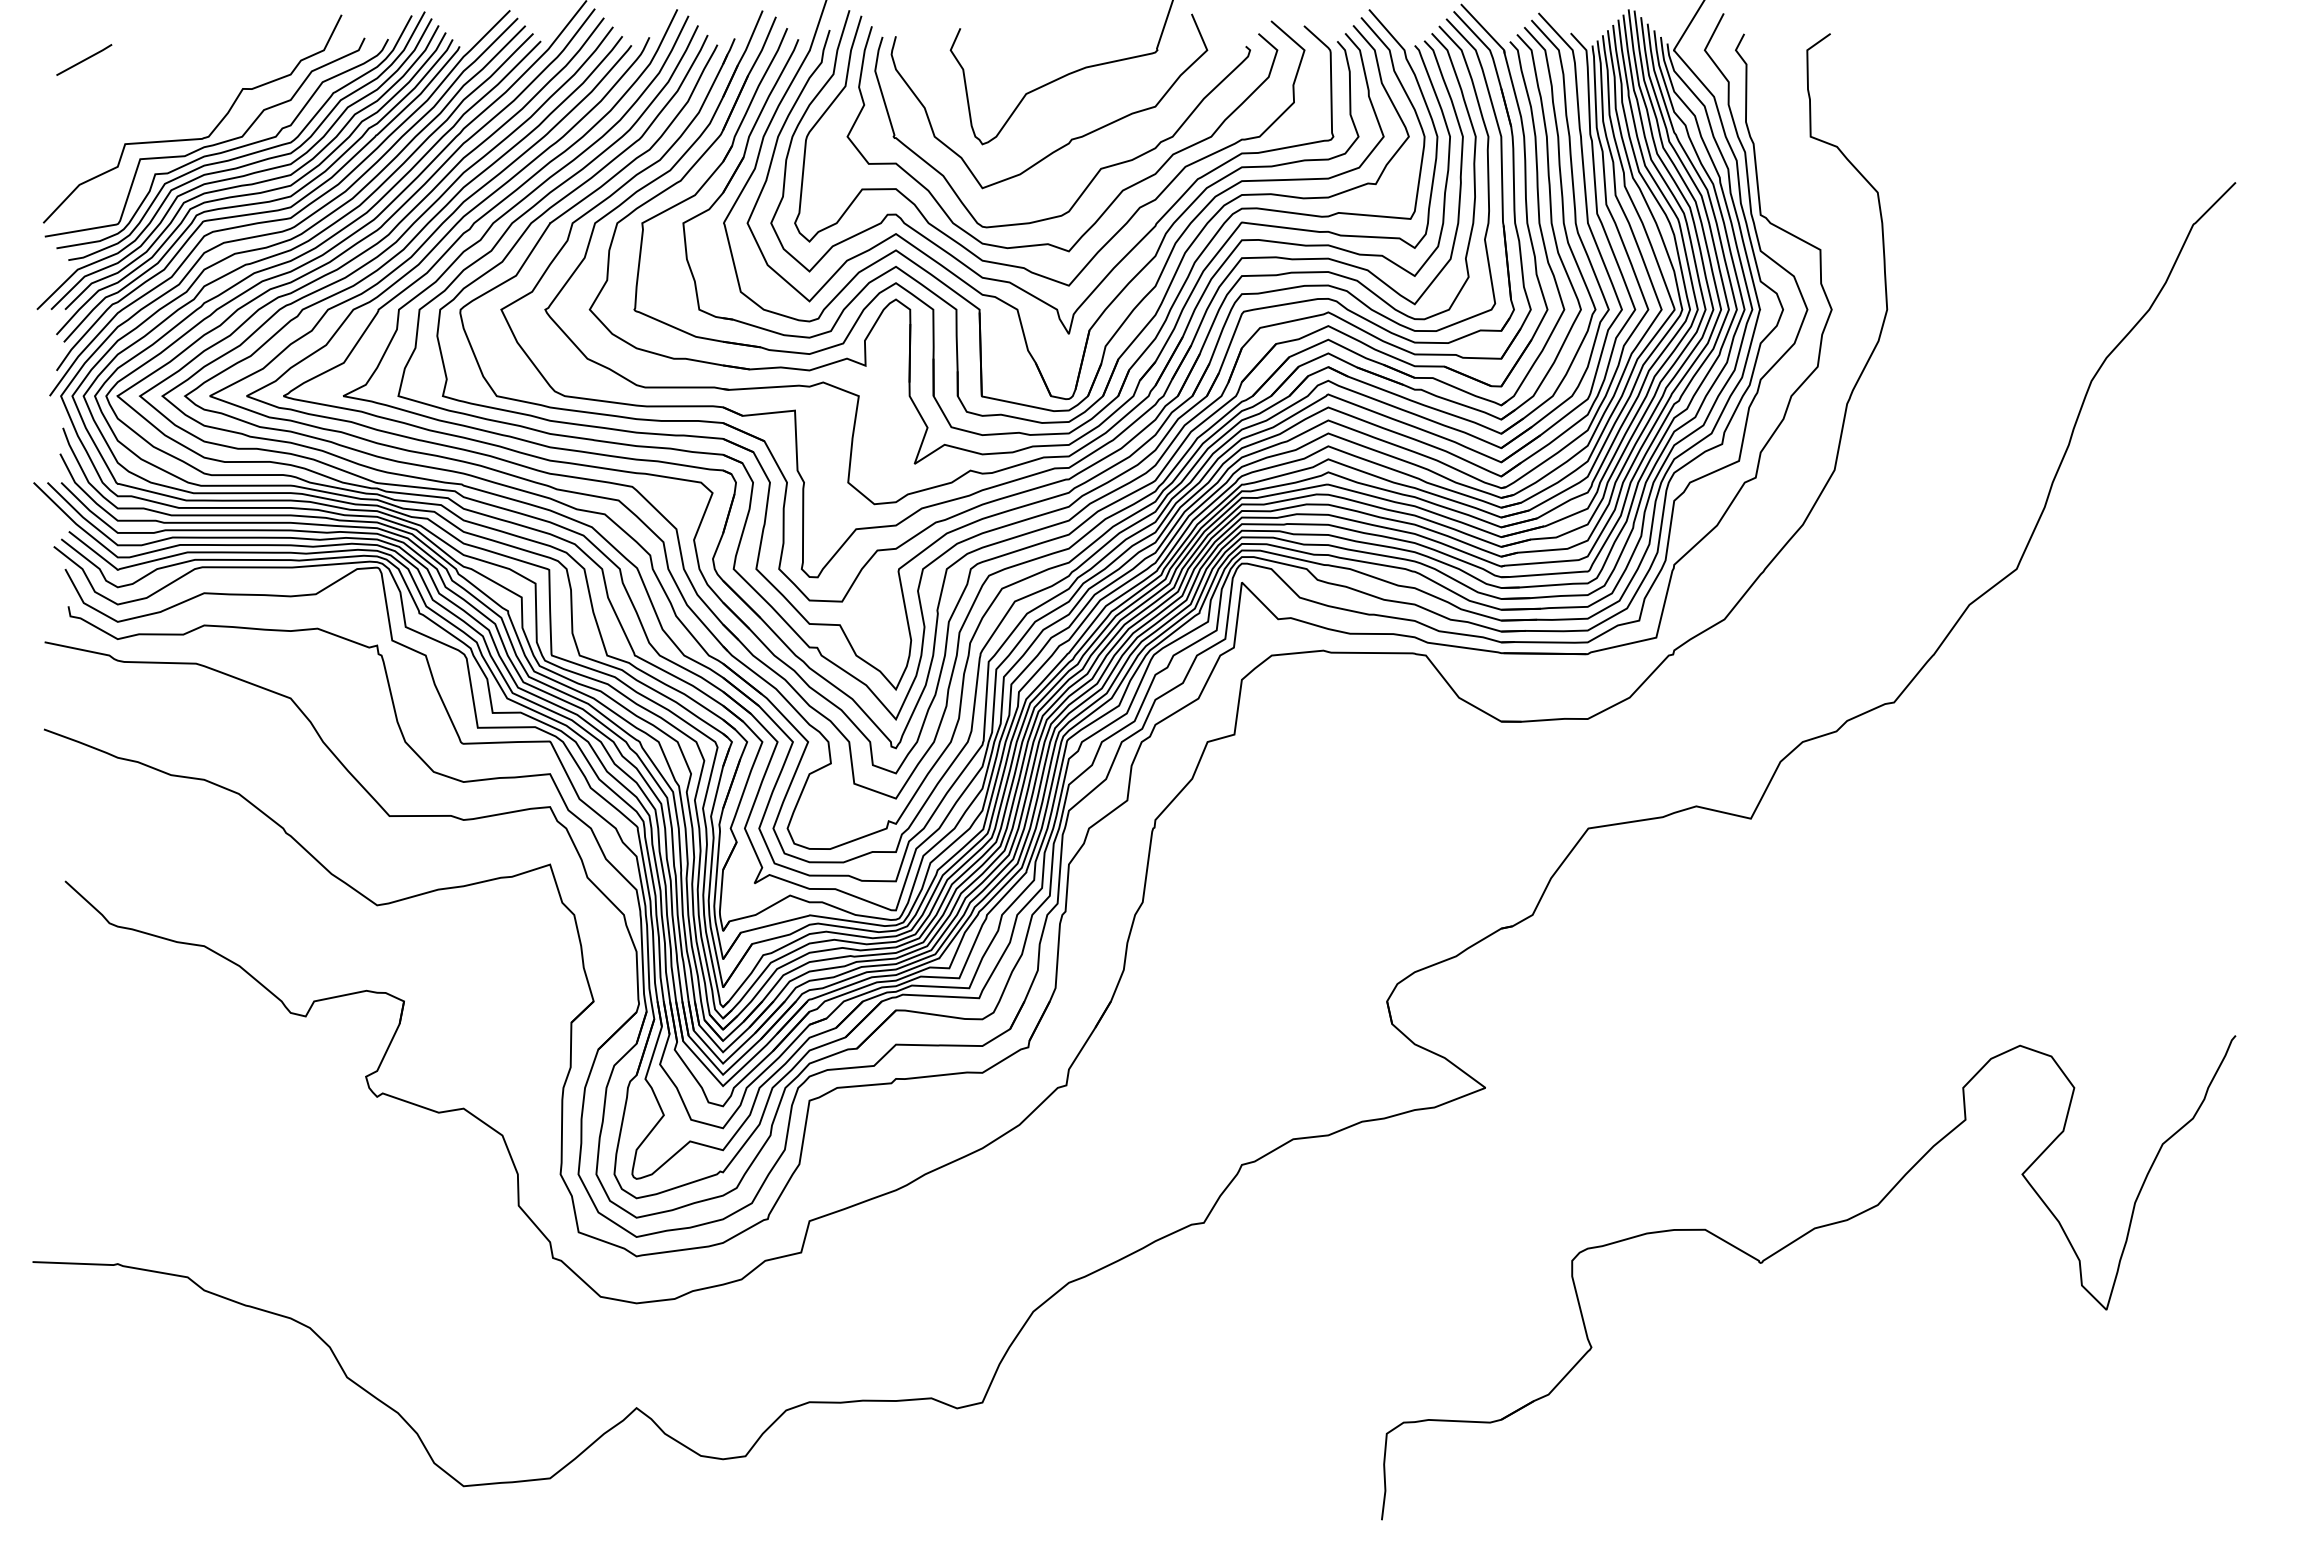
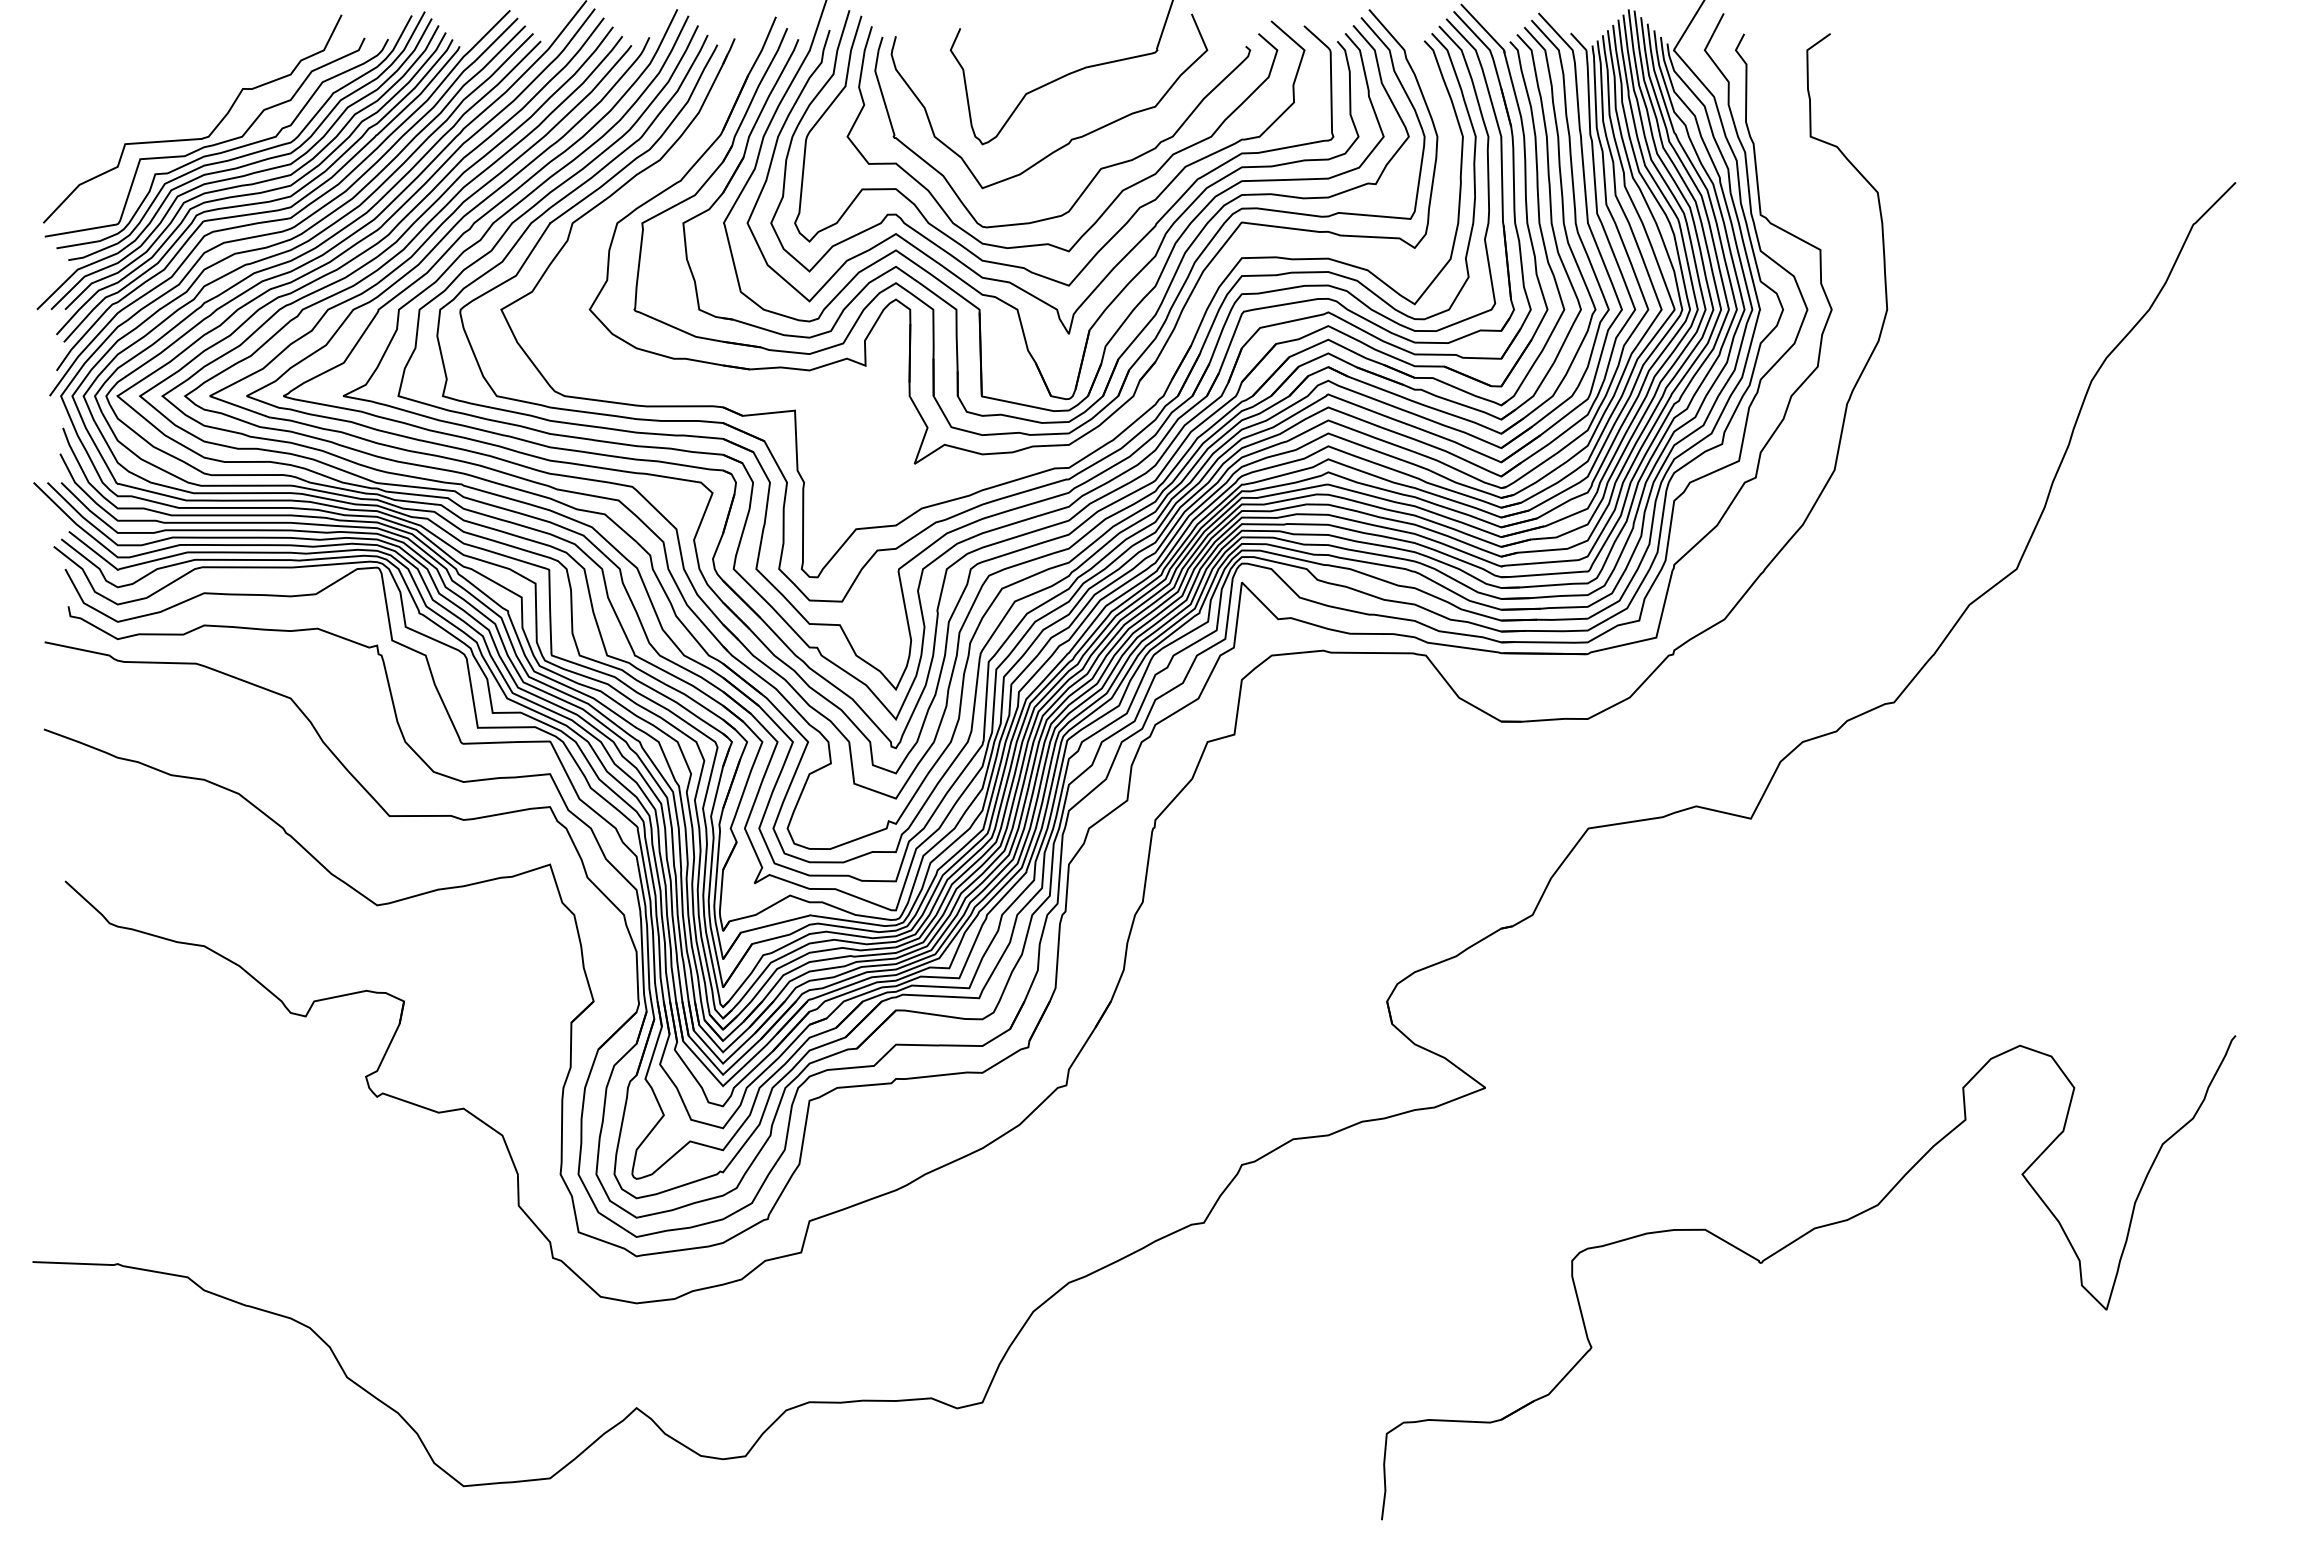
line at (84, 59): present -> none
part at (859, 395): present -> none
